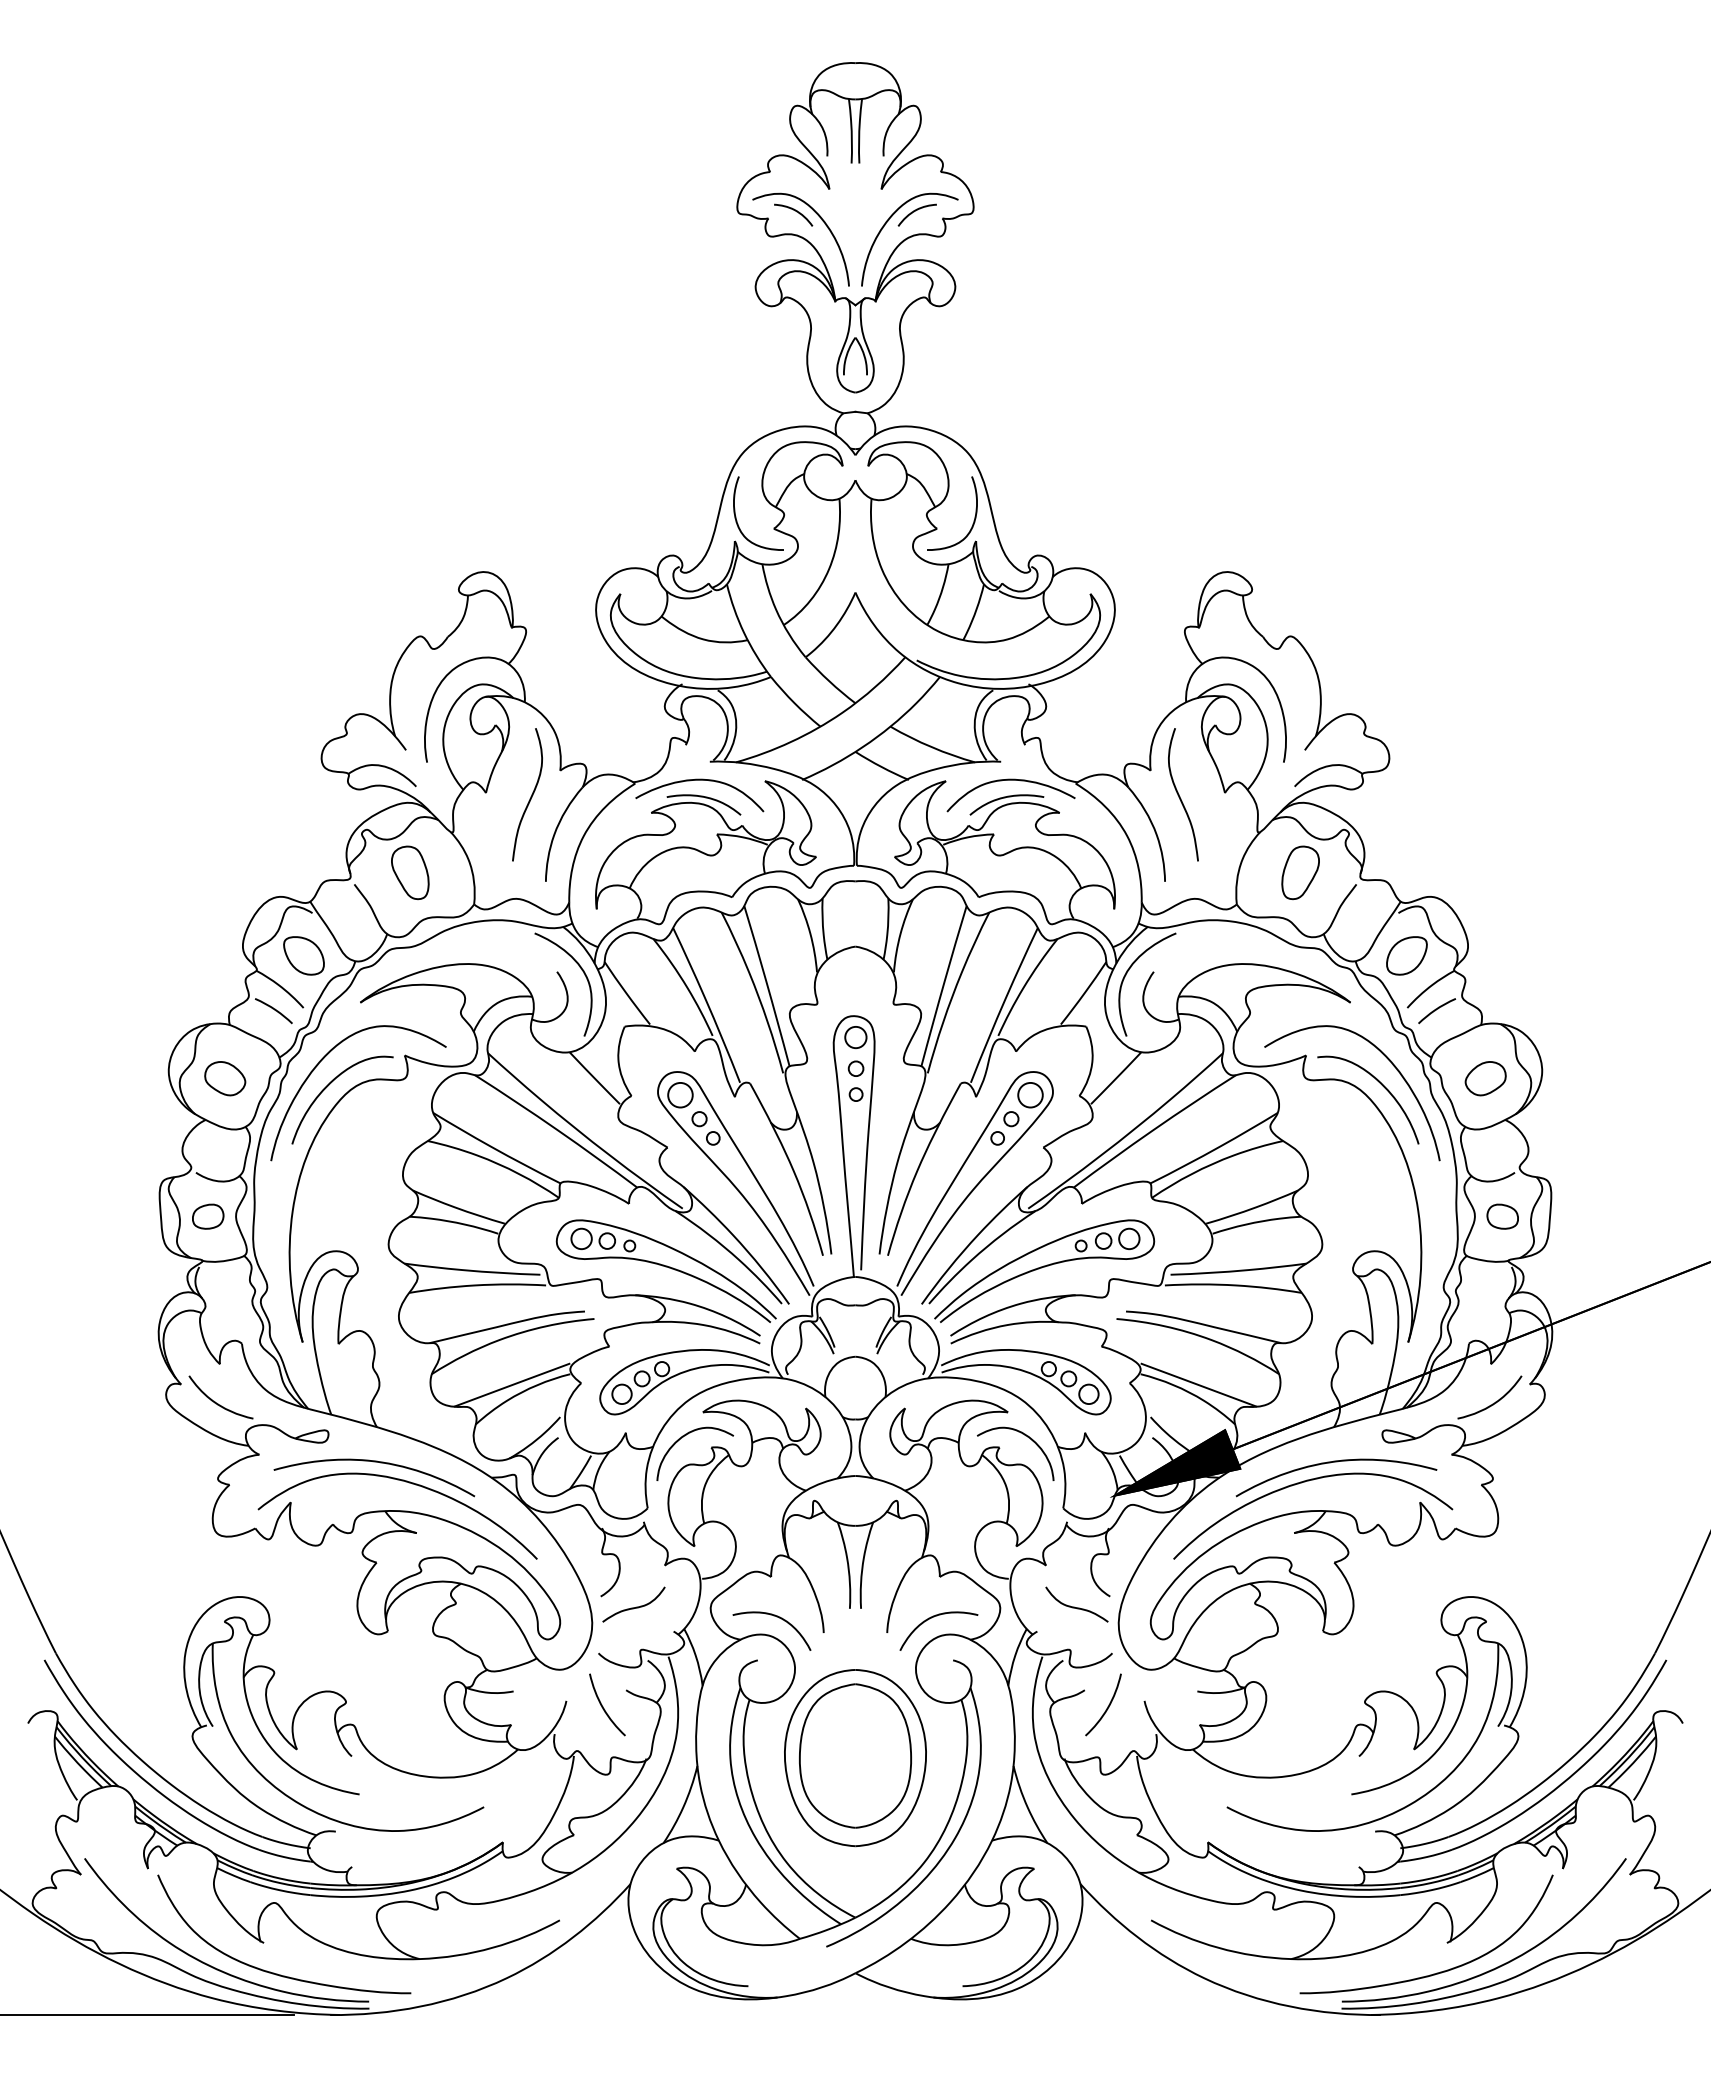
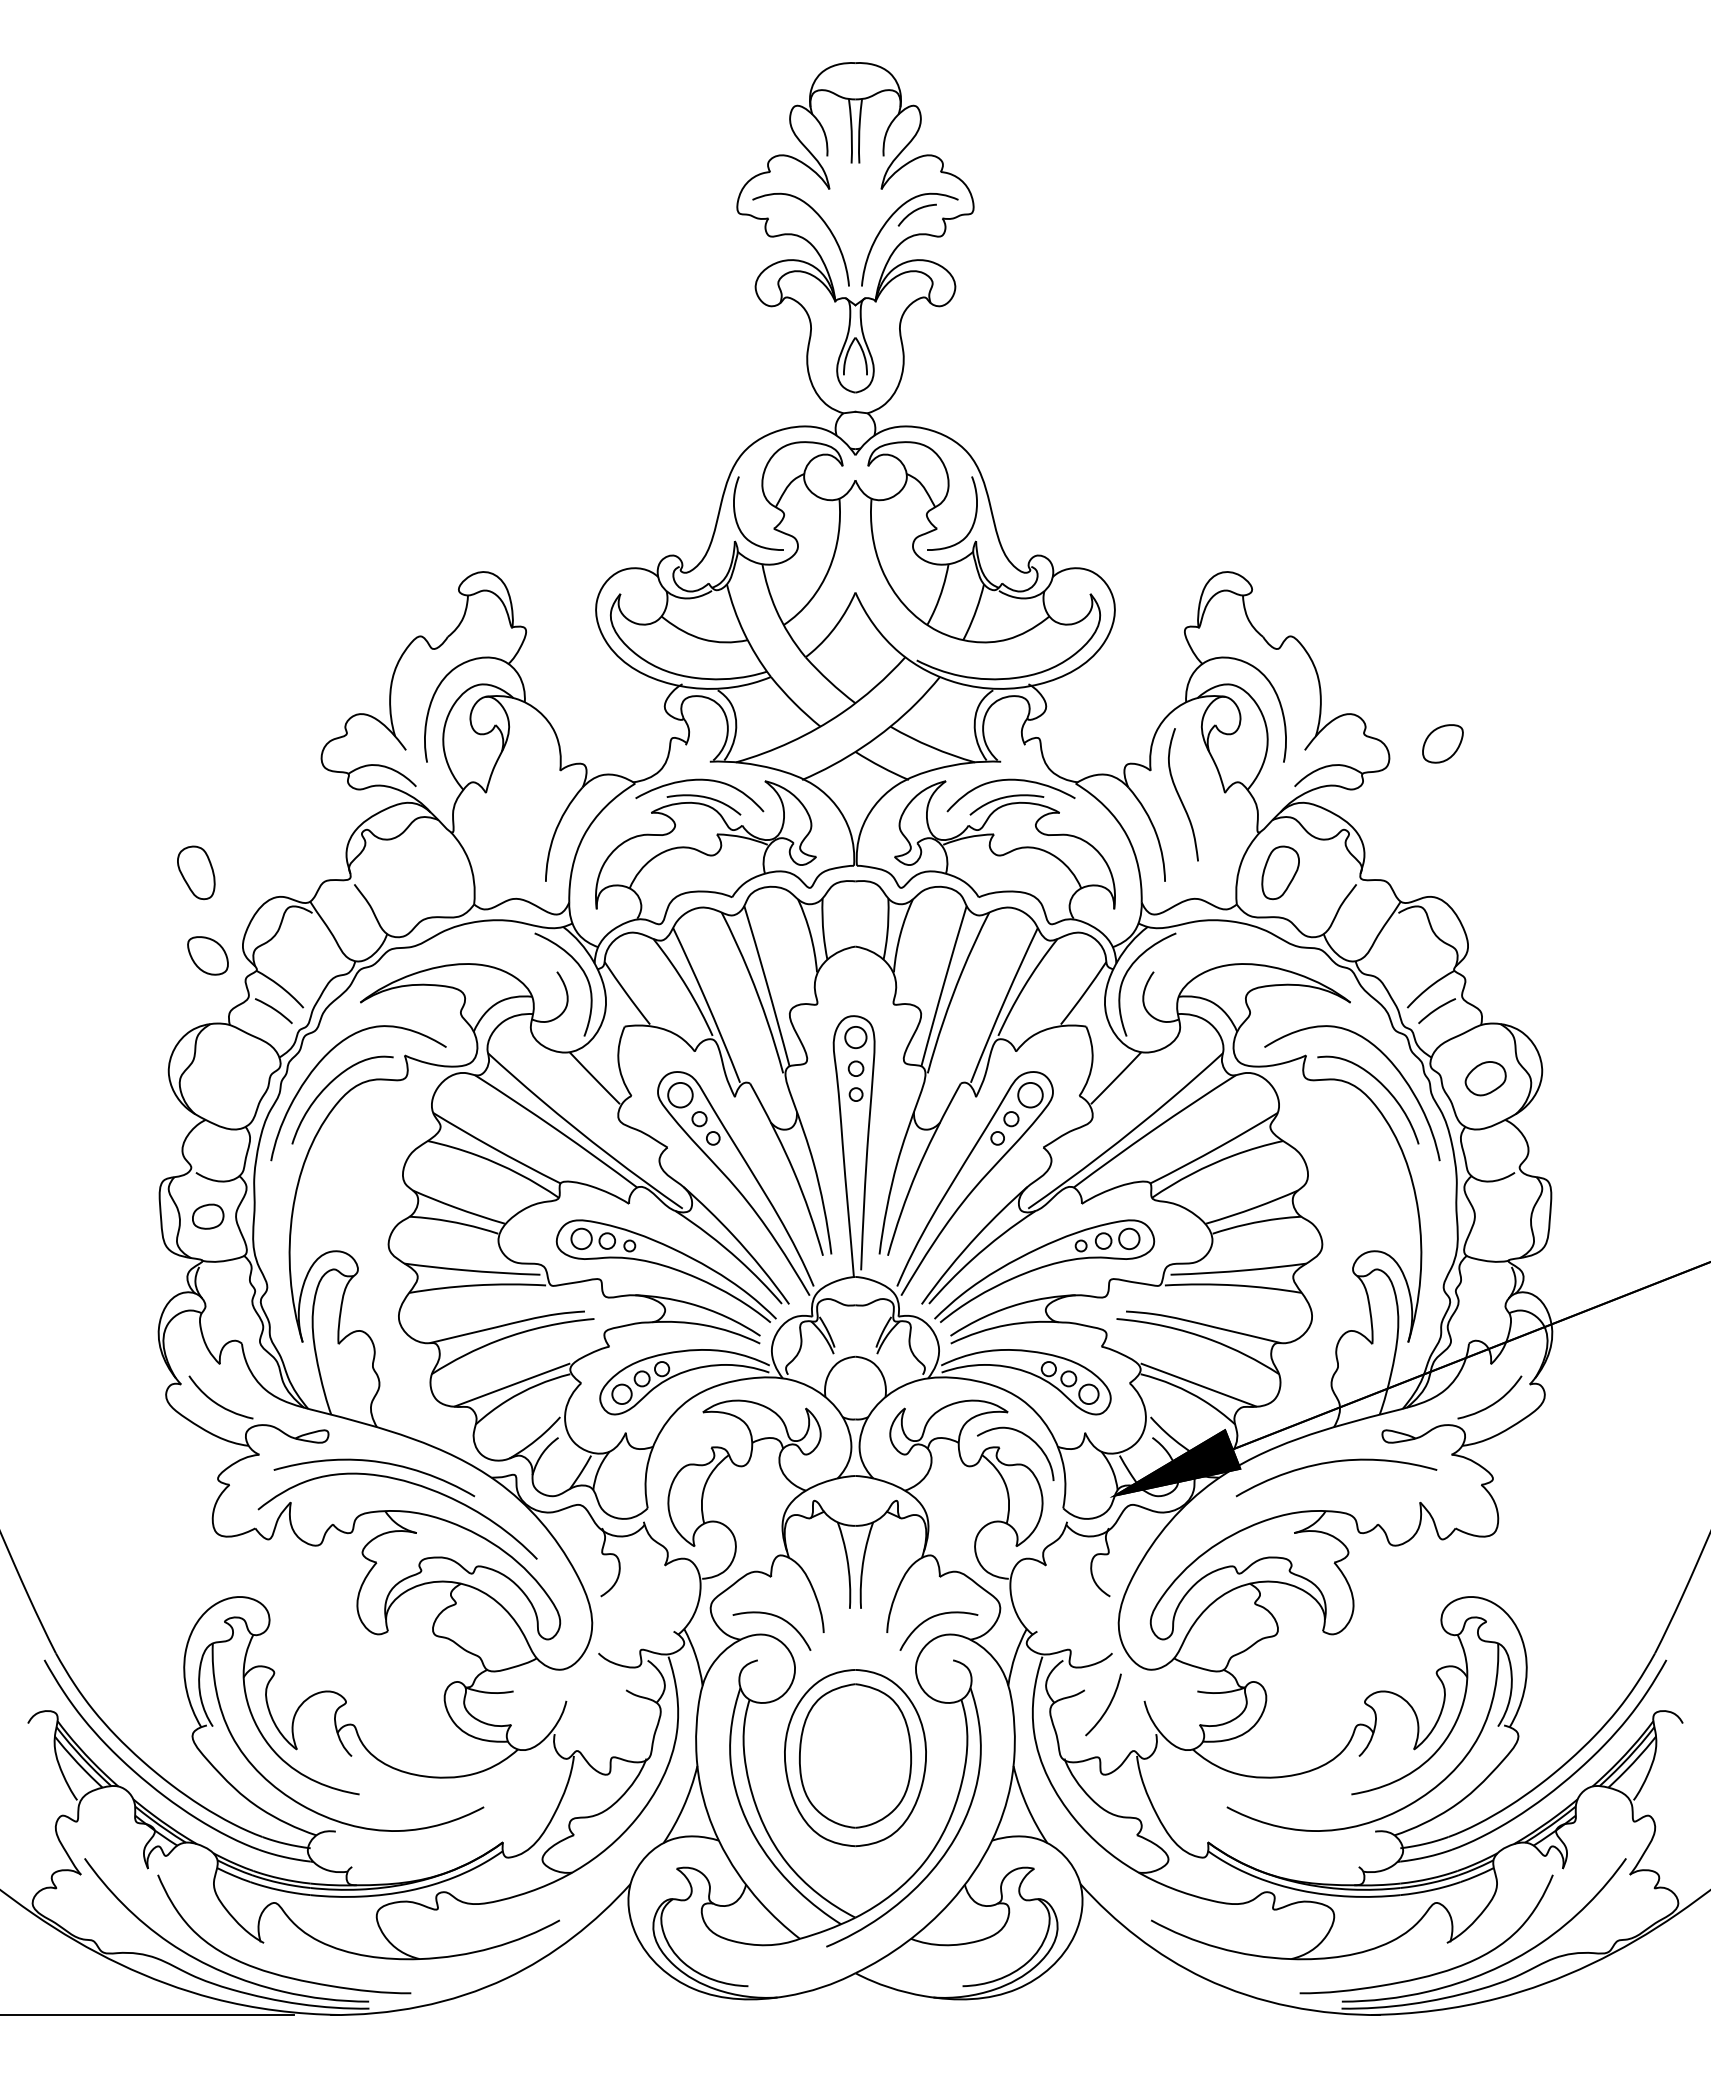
curve at (795, 211): present -> none
curve at (530, 796): present -> none
part at (410, 872) position: (410, 872) -> (196, 872)
part at (1300, 872) position: (1300, 872) -> (1280, 872)
part at (303, 955) position: (303, 955) -> (207, 955)
part at (1406, 955) position: (1406, 955) -> (1442, 743)
part at (225, 1078): present -> none
part at (1502, 1216): present -> none
curve at (685, 1436): present -> none
curve at (1305, 1482): present -> none
curve at (1074, 1606): present -> none
curve at (633, 1607): present -> none
curve at (603, 1706): present -> none
